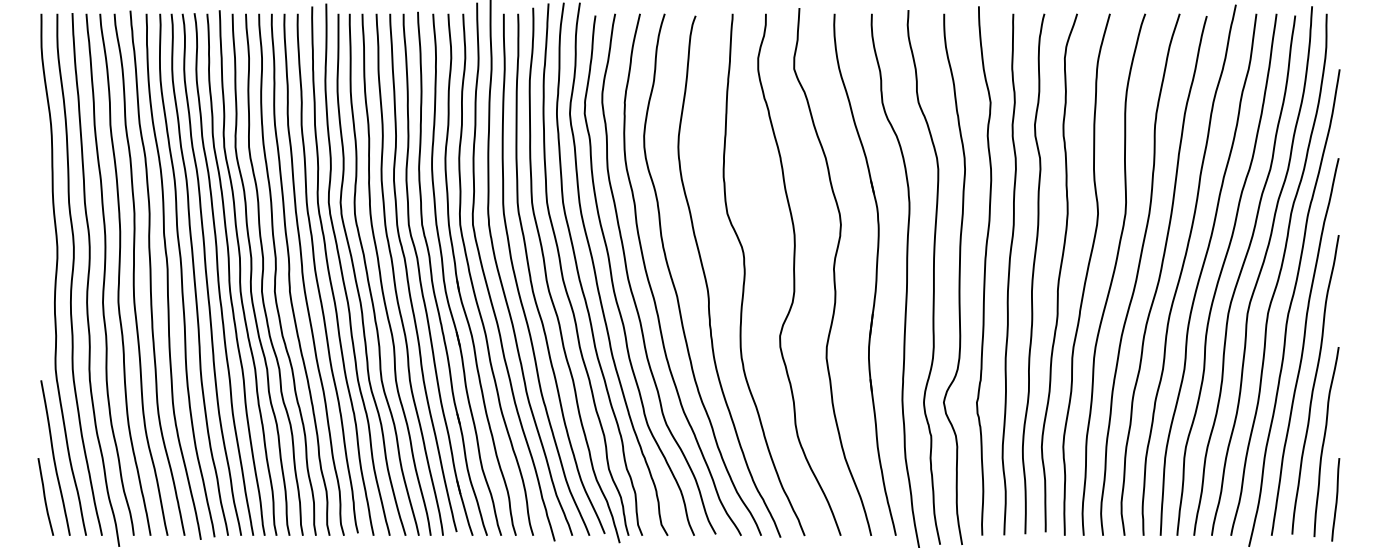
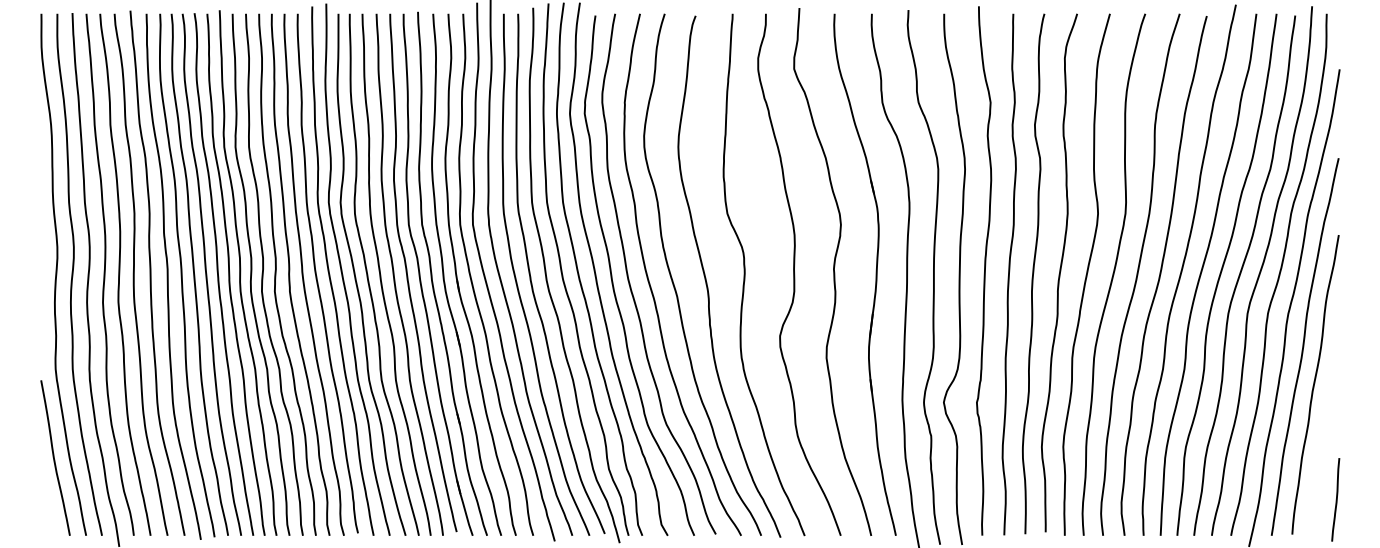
curve at (1324, 442): present -> none
curve at (45, 496): present -> none
